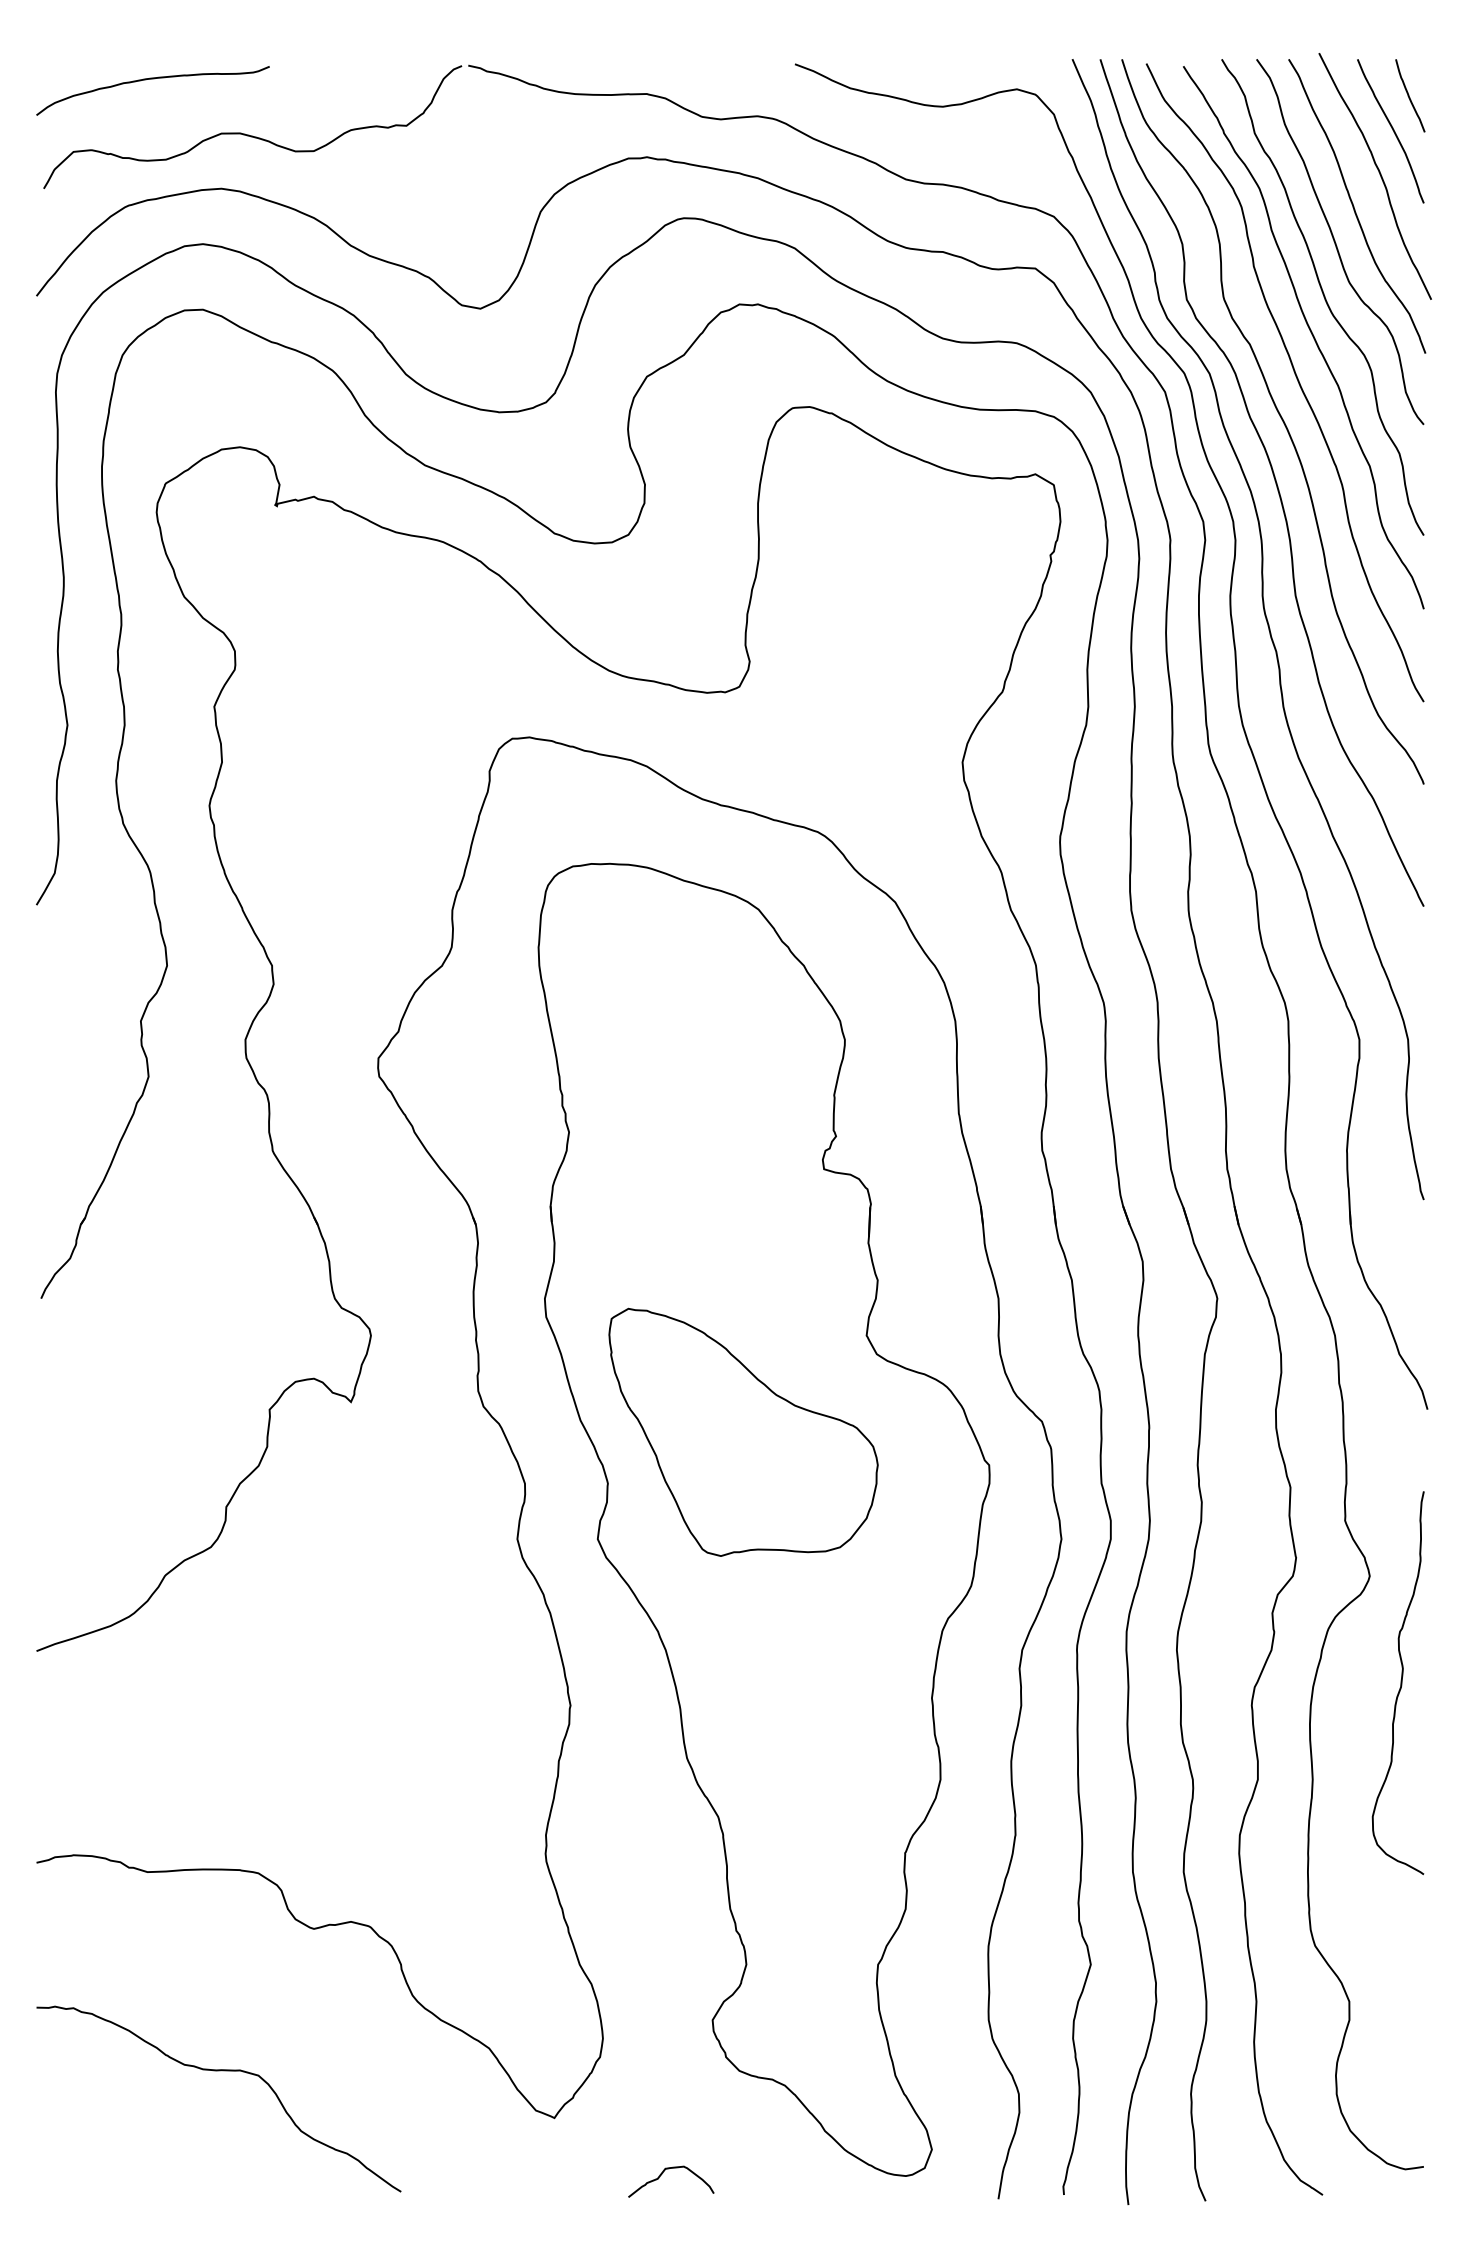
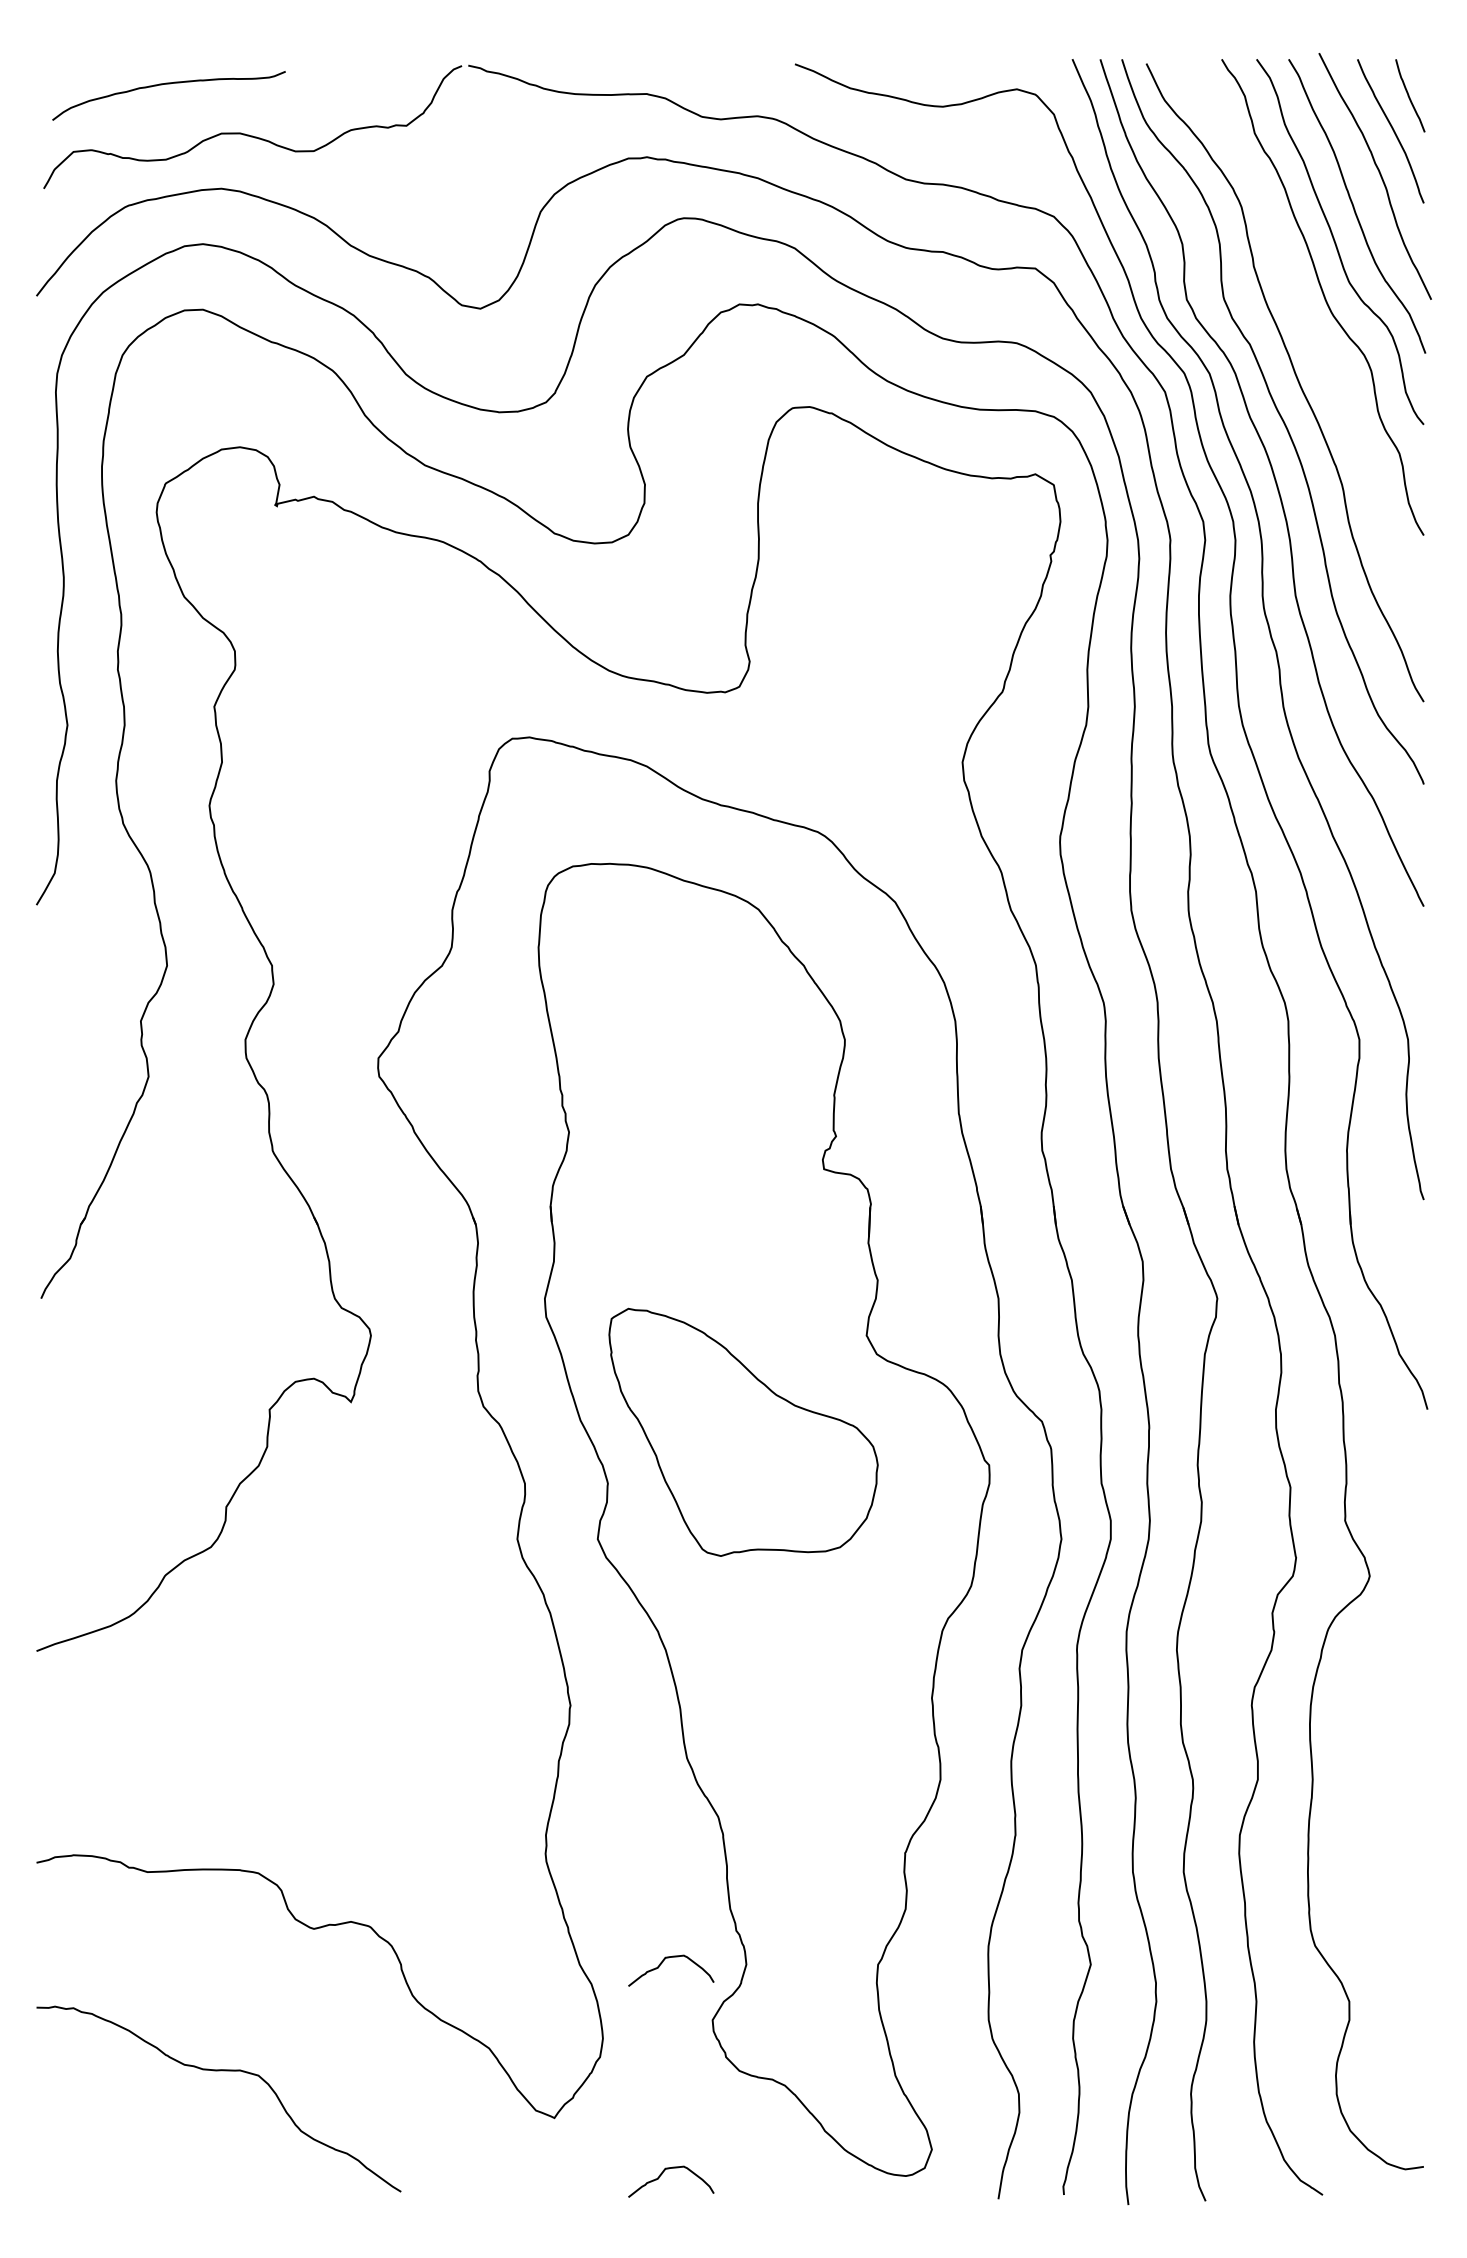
curve at (152, 79) position: (152, 79) -> (168, 84)
curve at (1311, 334): present -> none
curve at (1400, 1682): present -> none
curve at (663, 1962): none -> present
